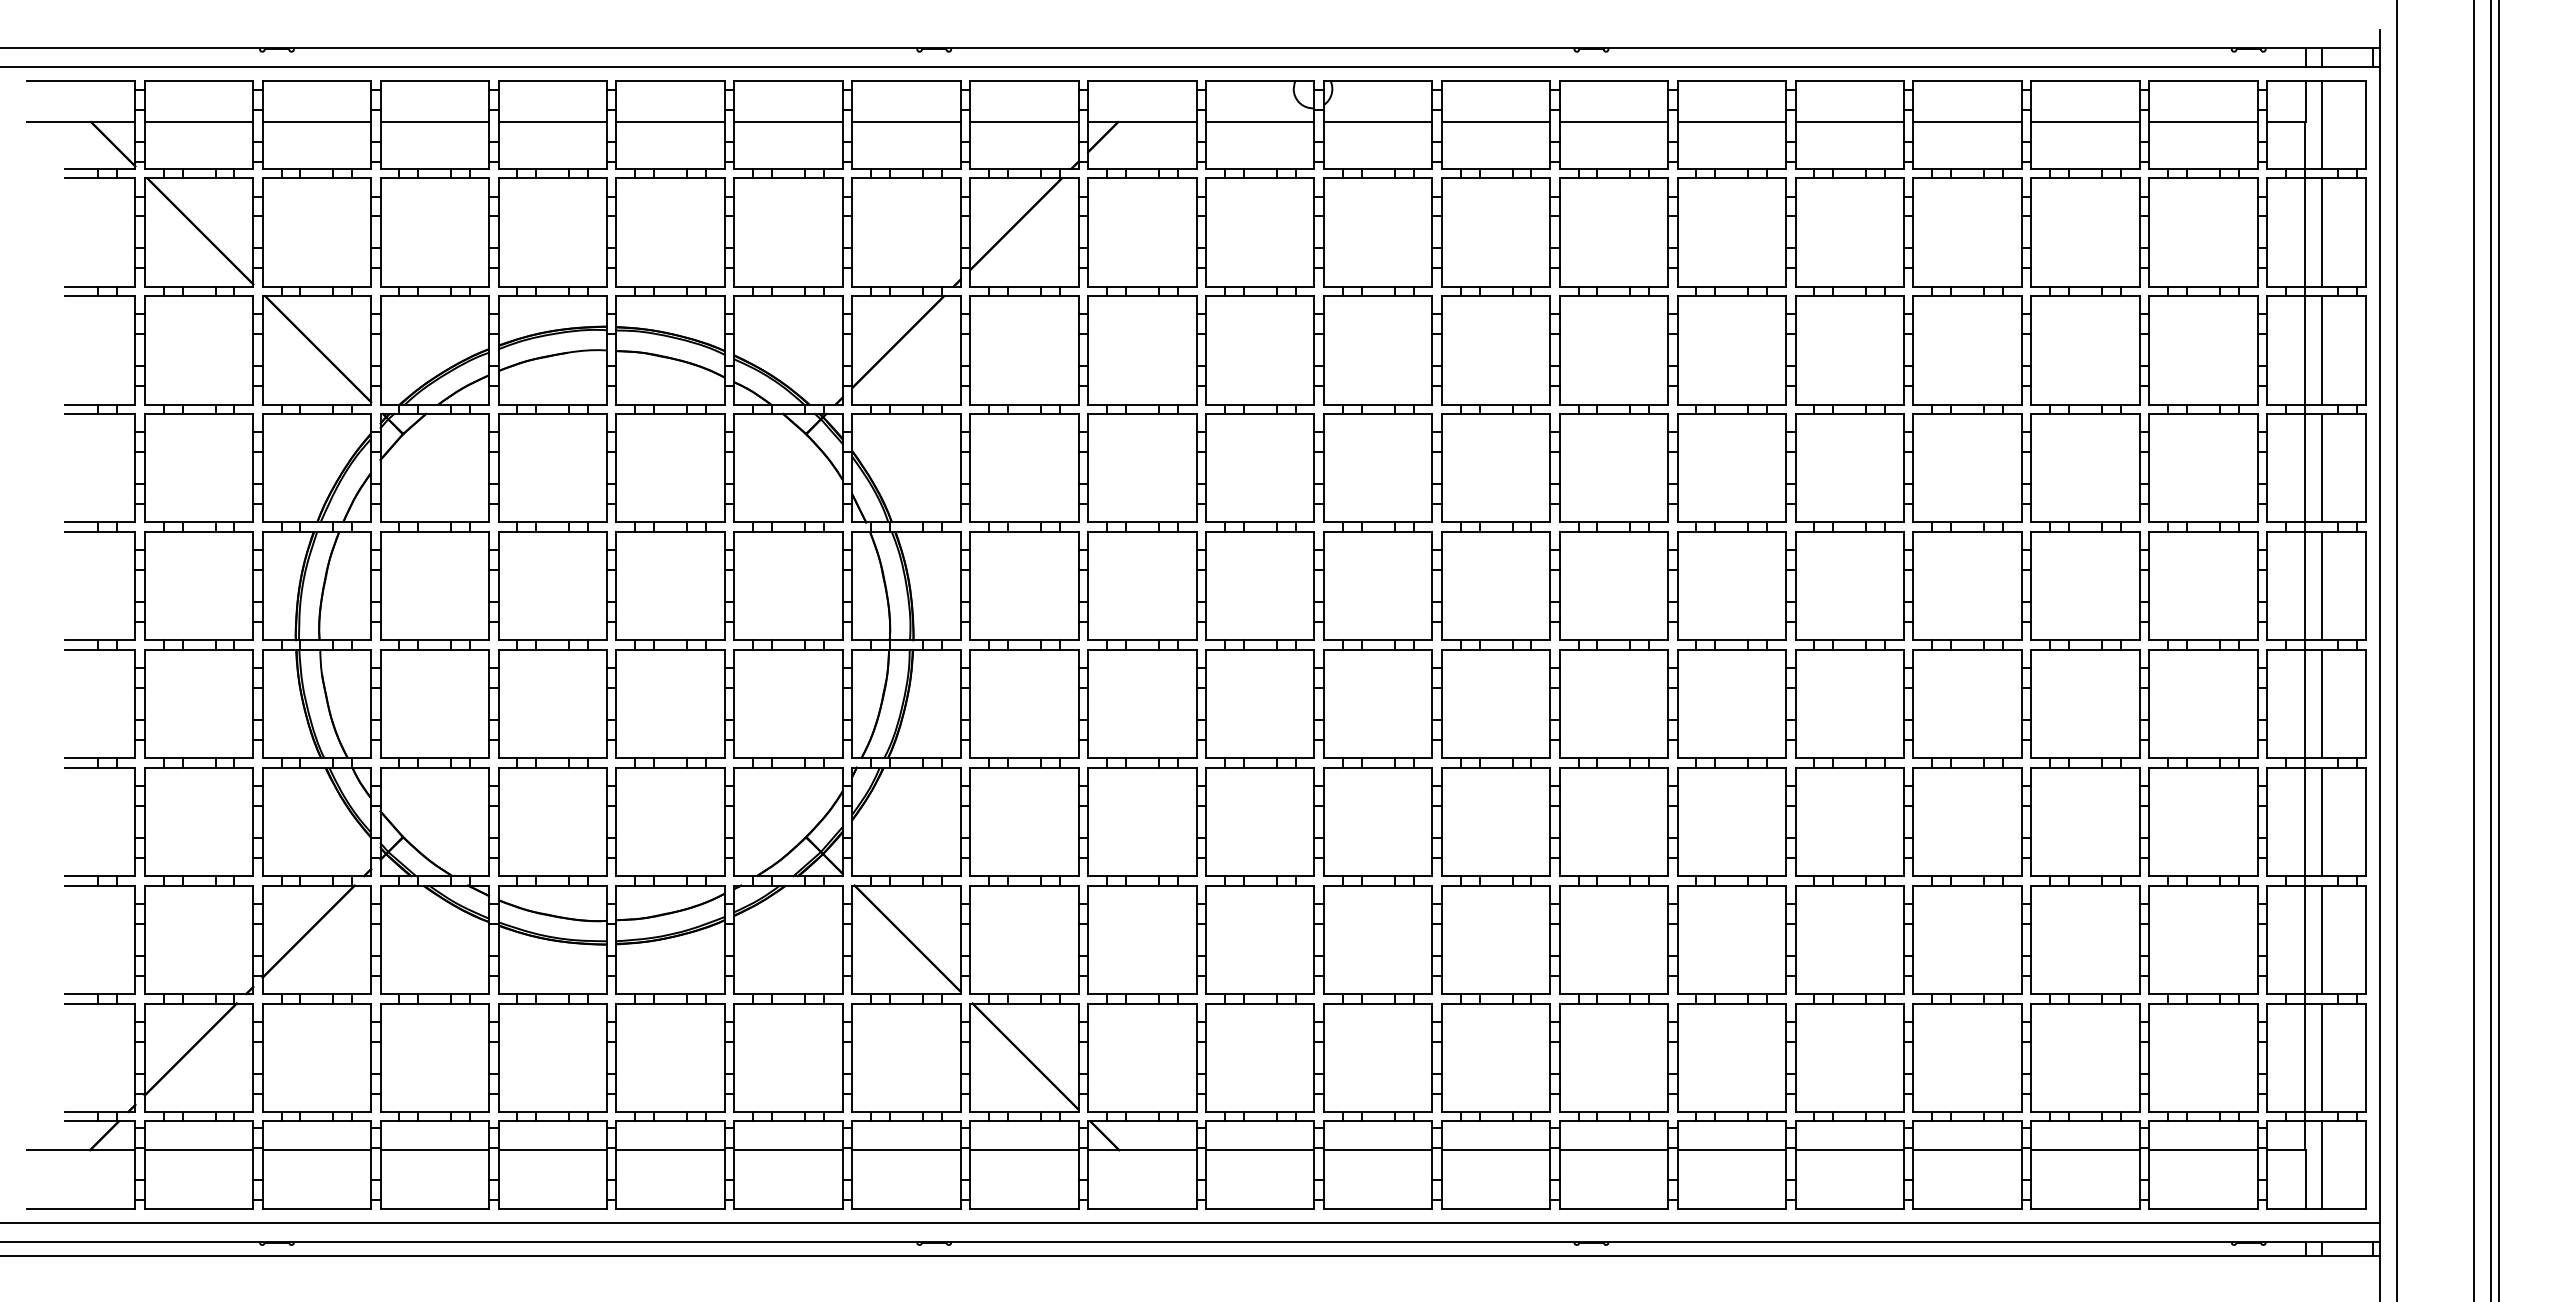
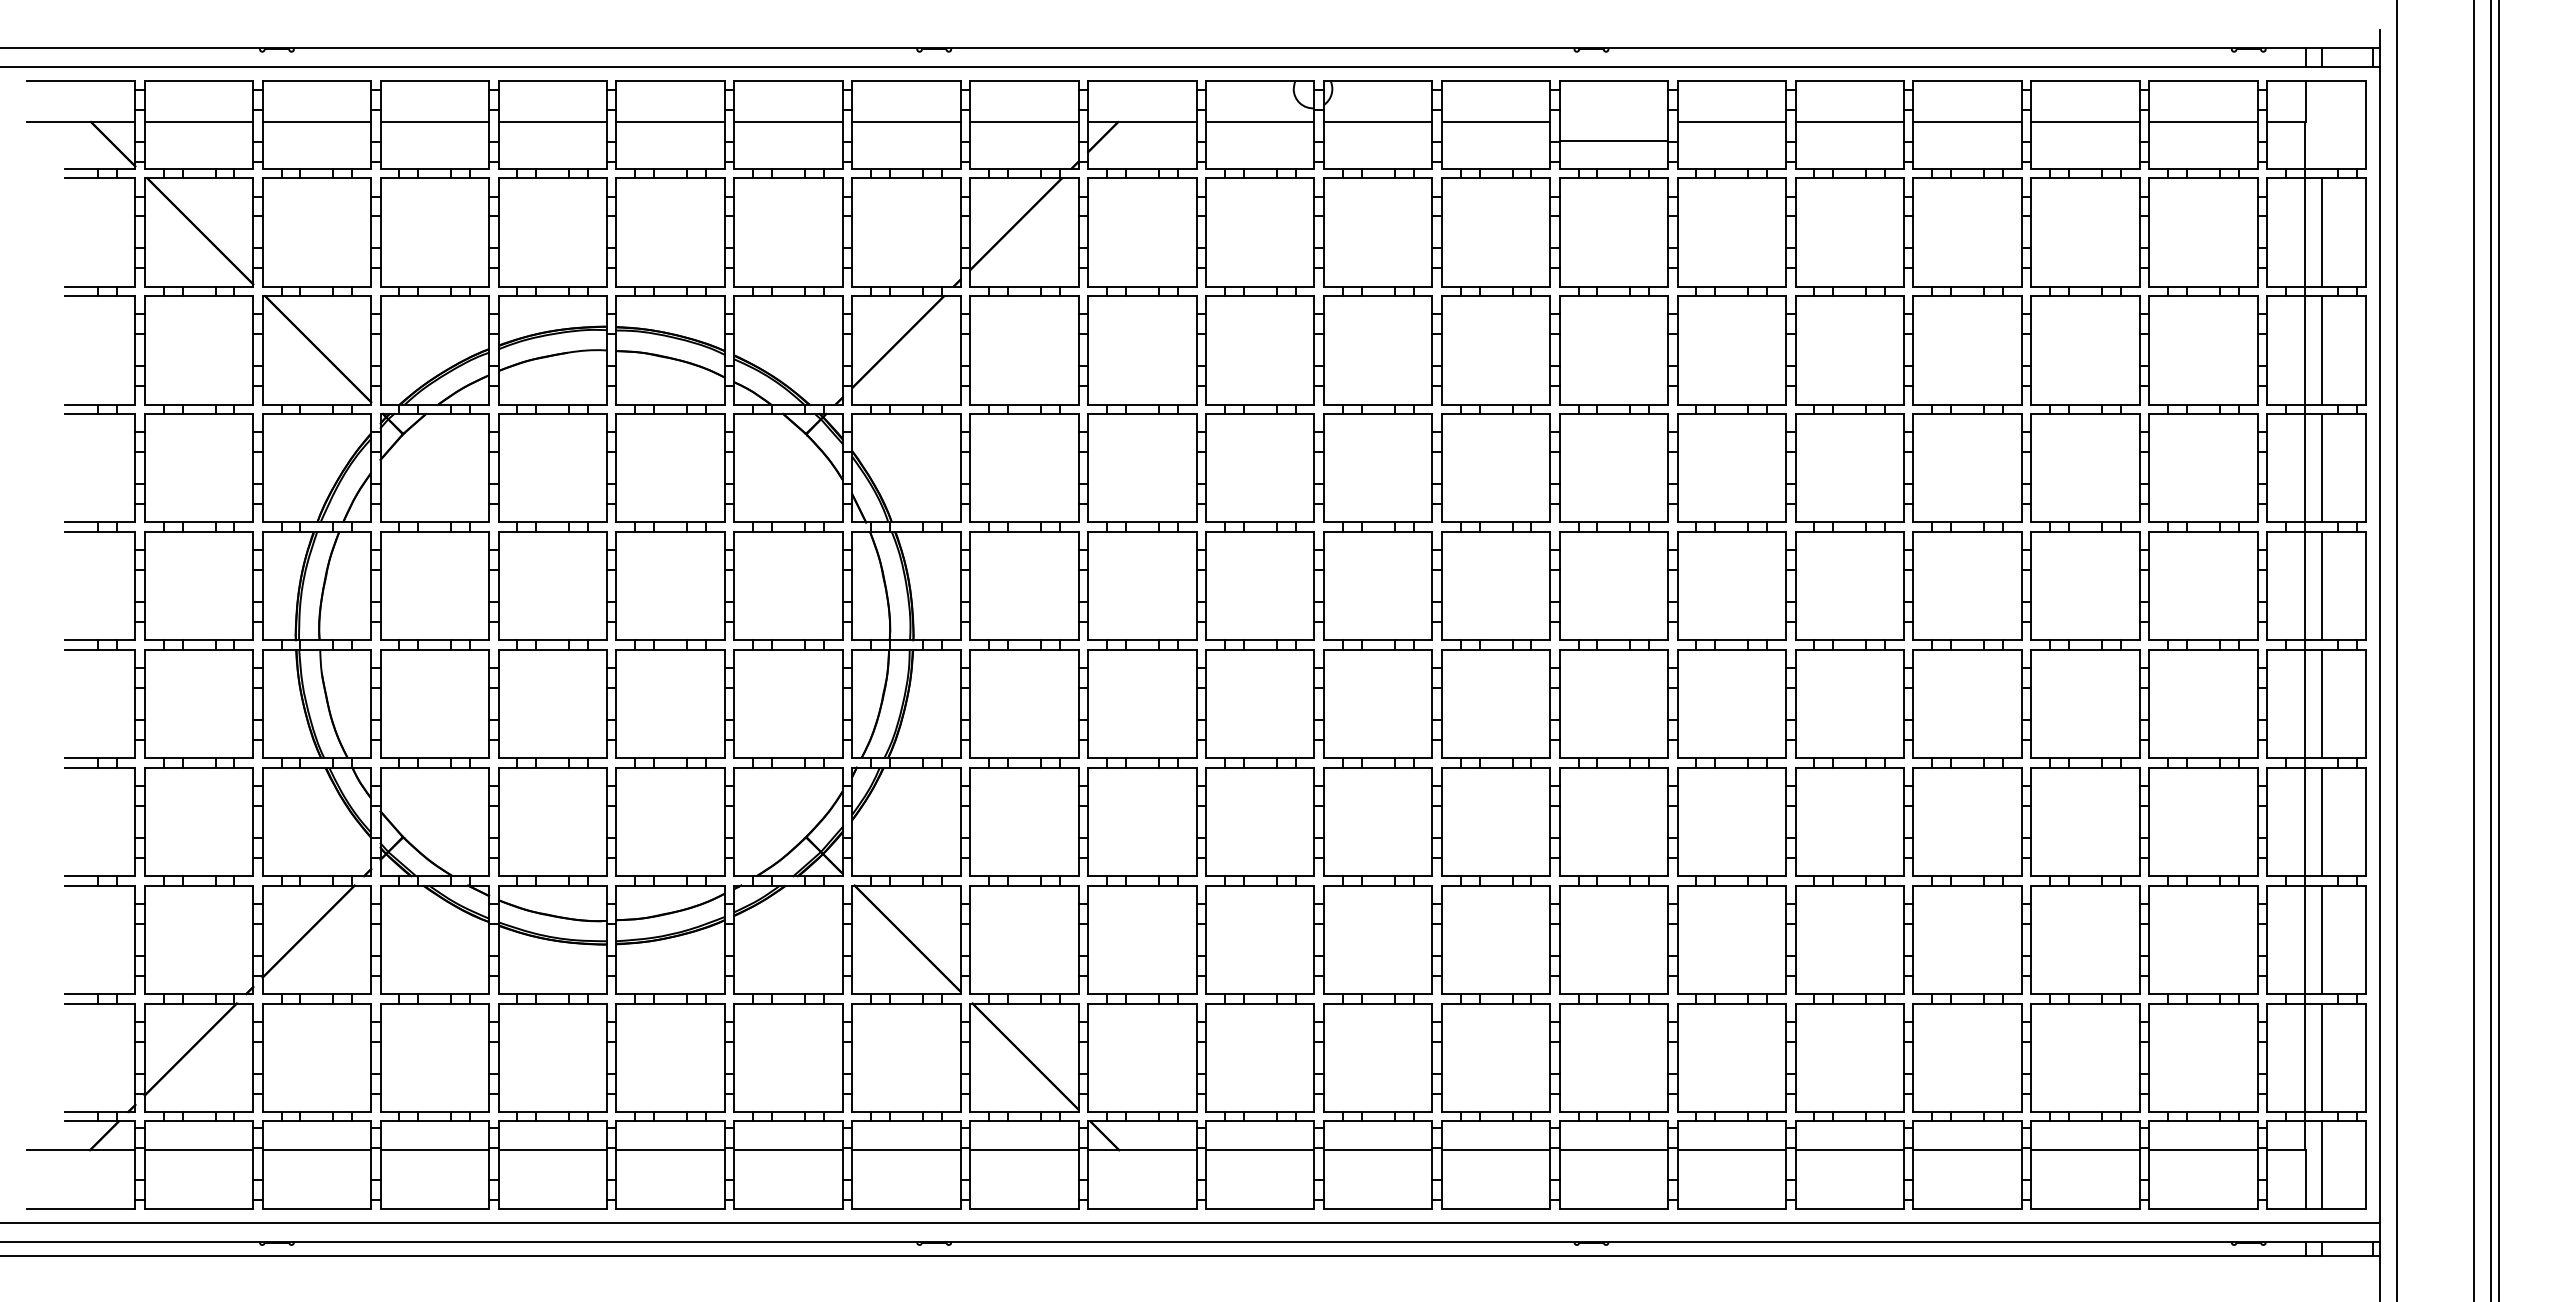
line at (1613, 122) position: (1613, 122) -> (1613, 141)
line at (2321, 124): present -> none
